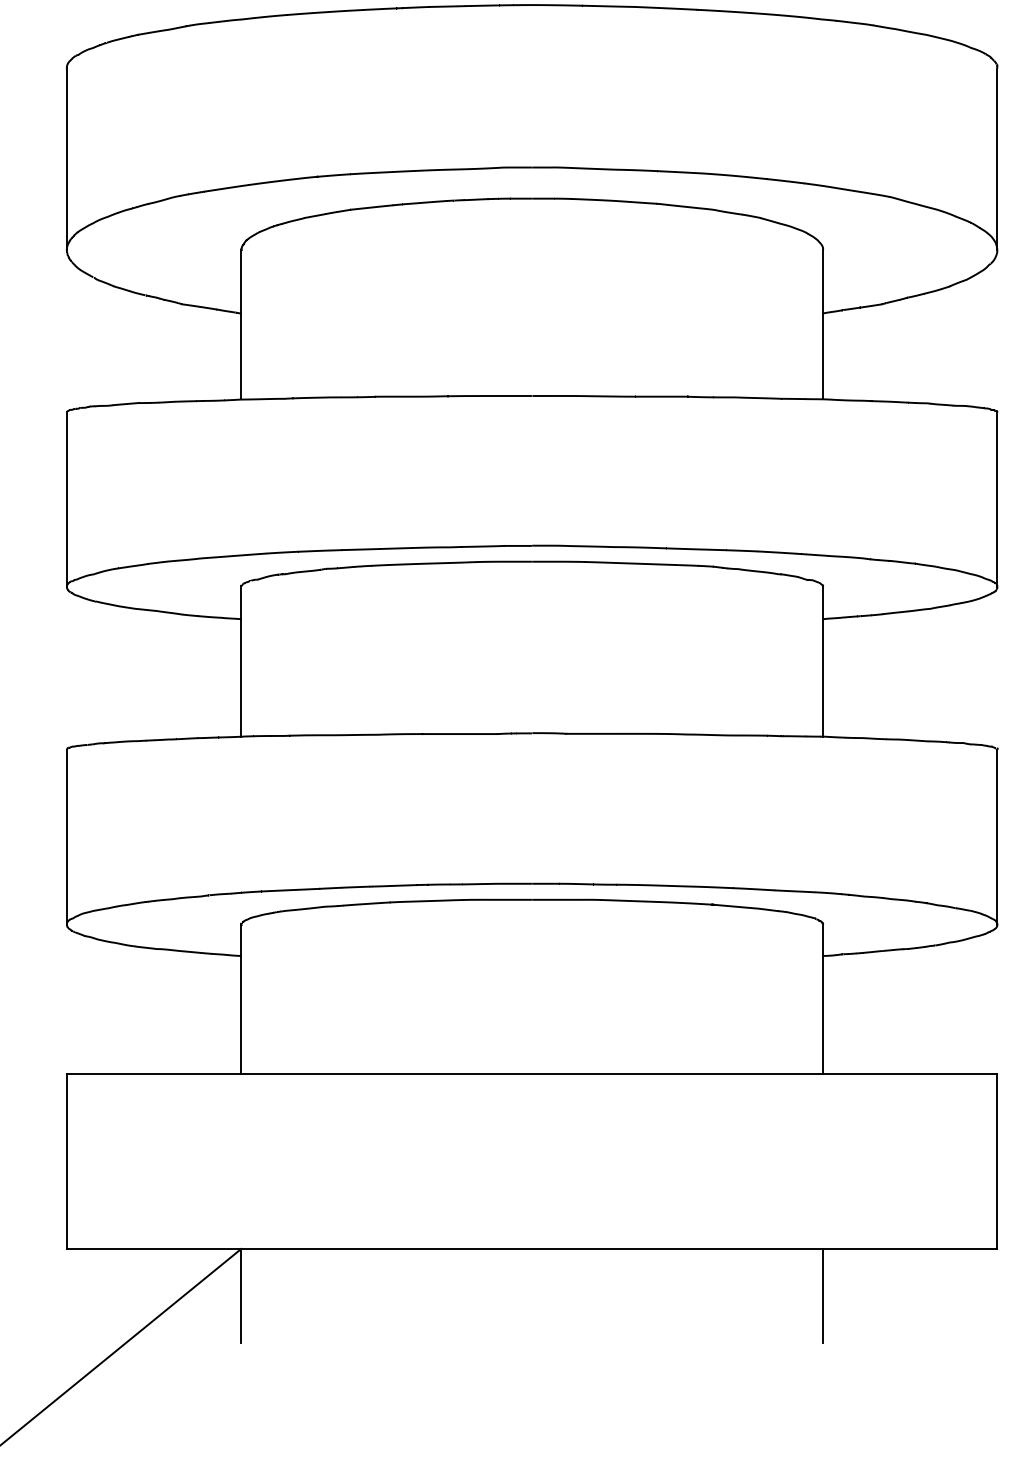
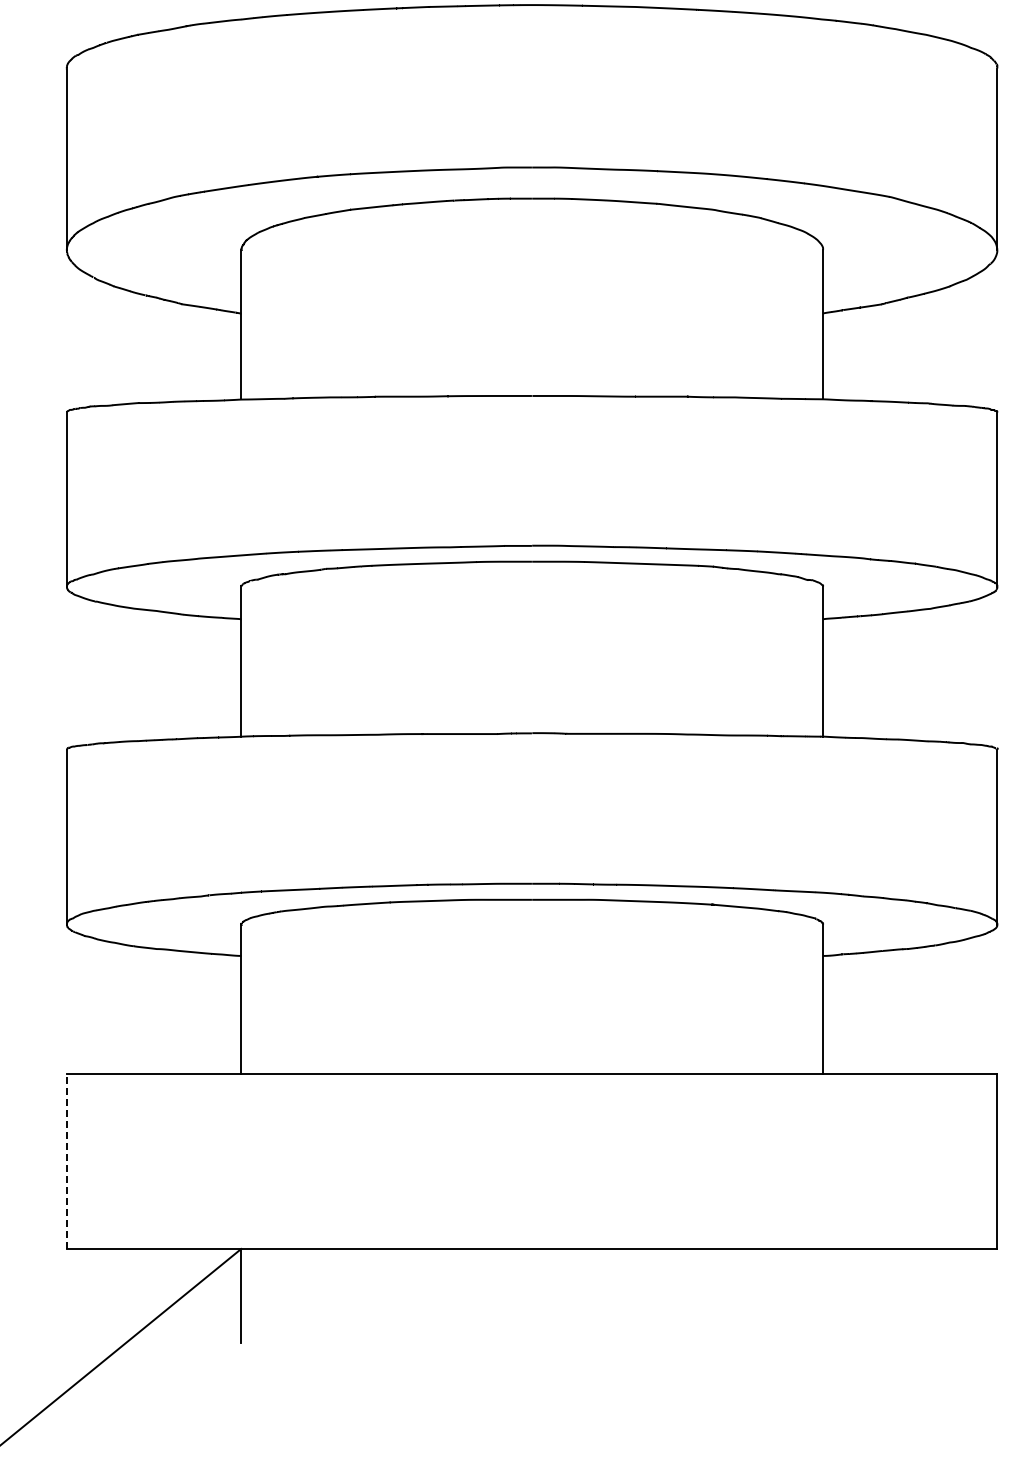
line at (66, 1161): solid -> dashed
line at (823, 1295): present -> none
